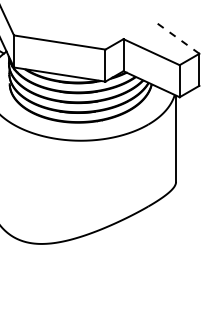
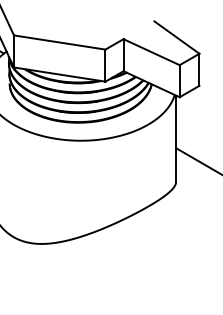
line at (176, 37): dashed -> solid
line at (197, 160): none -> present
